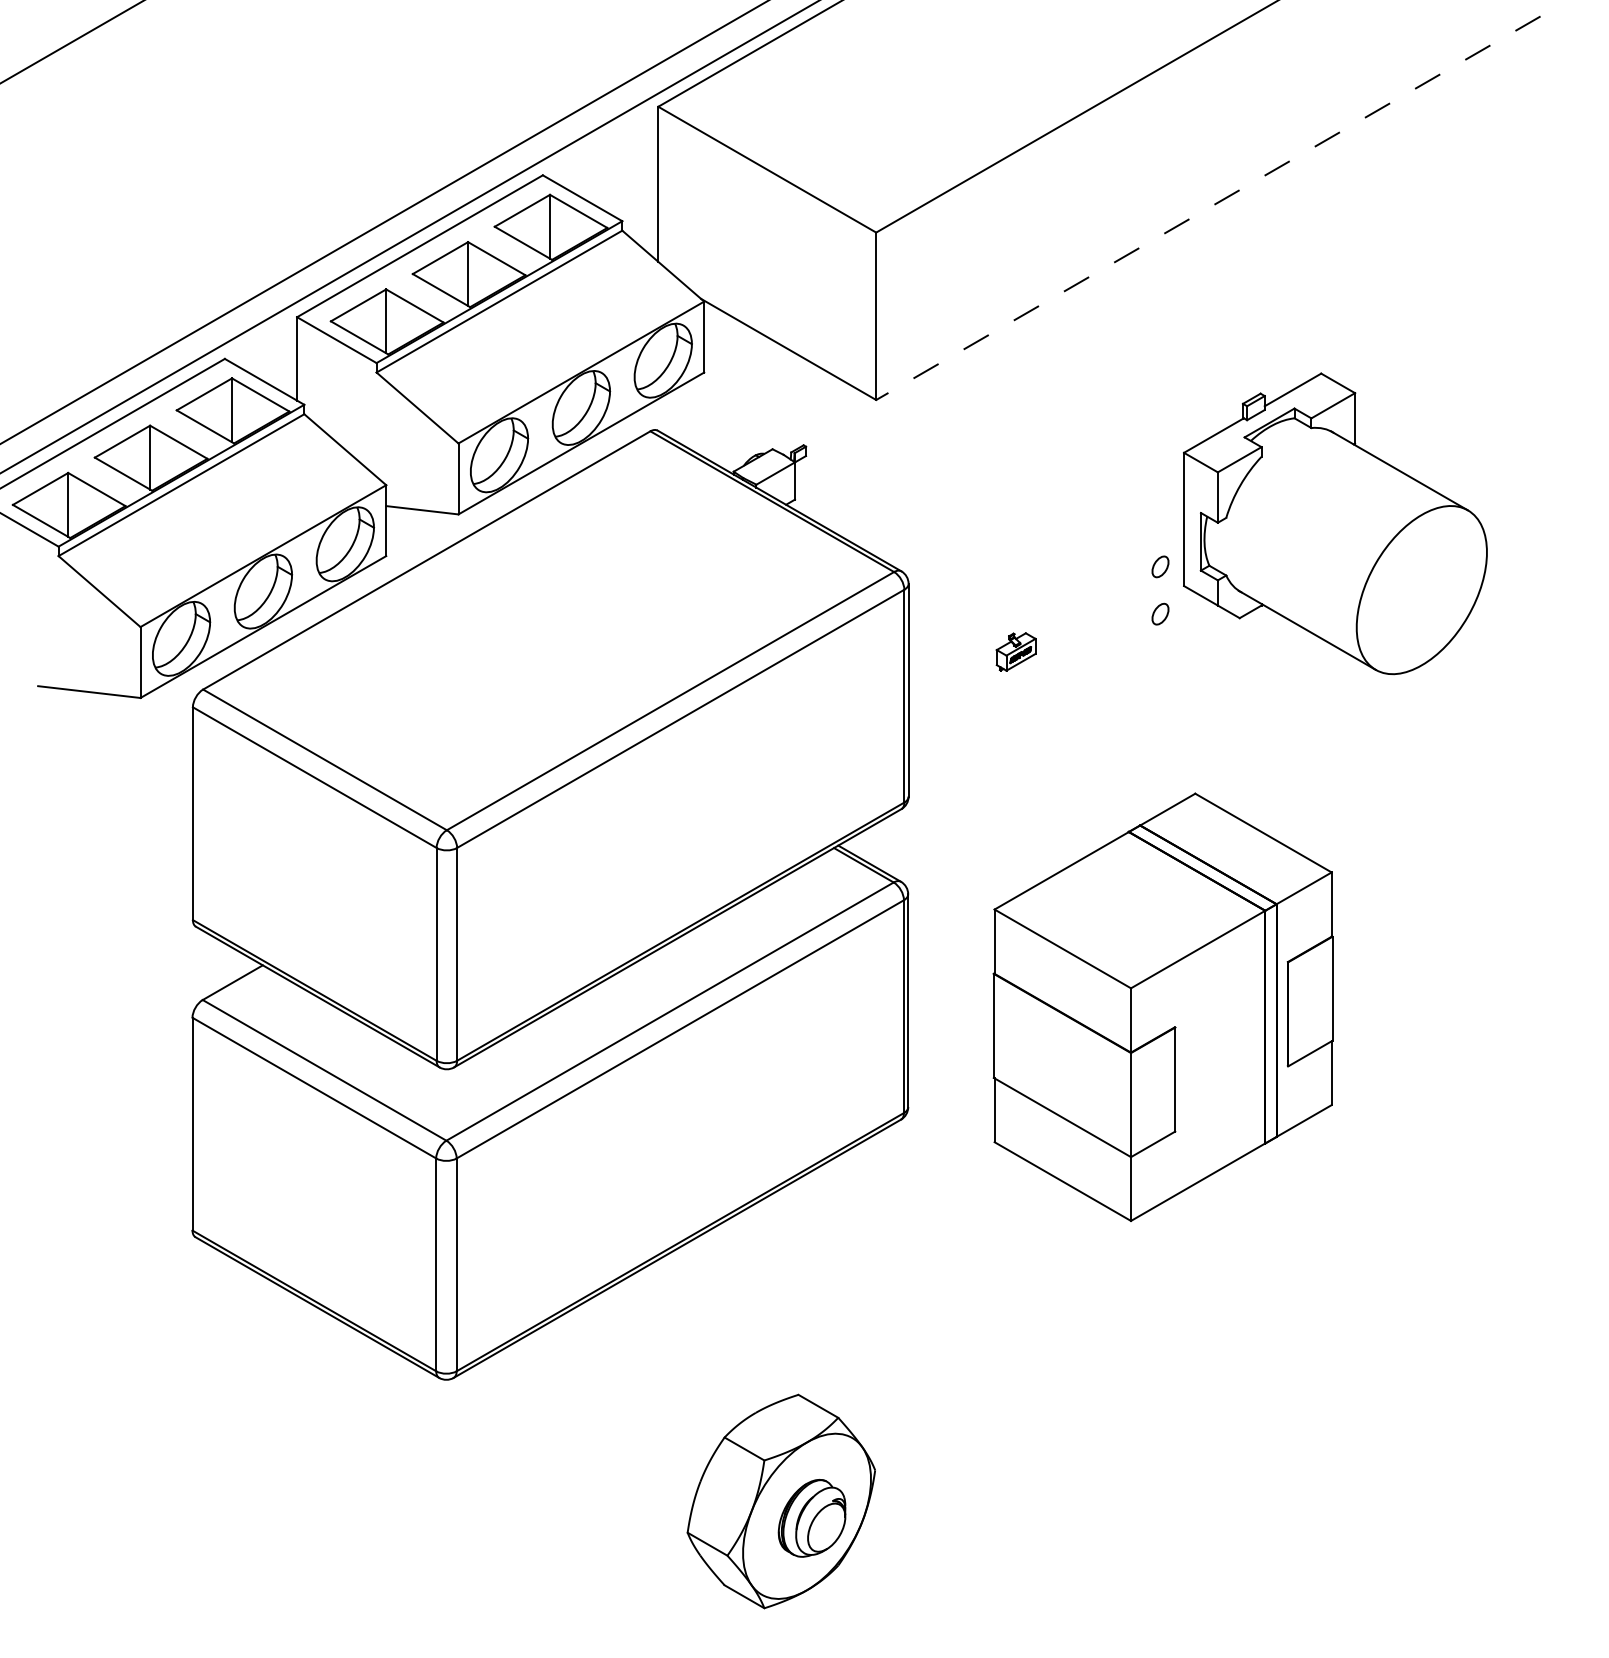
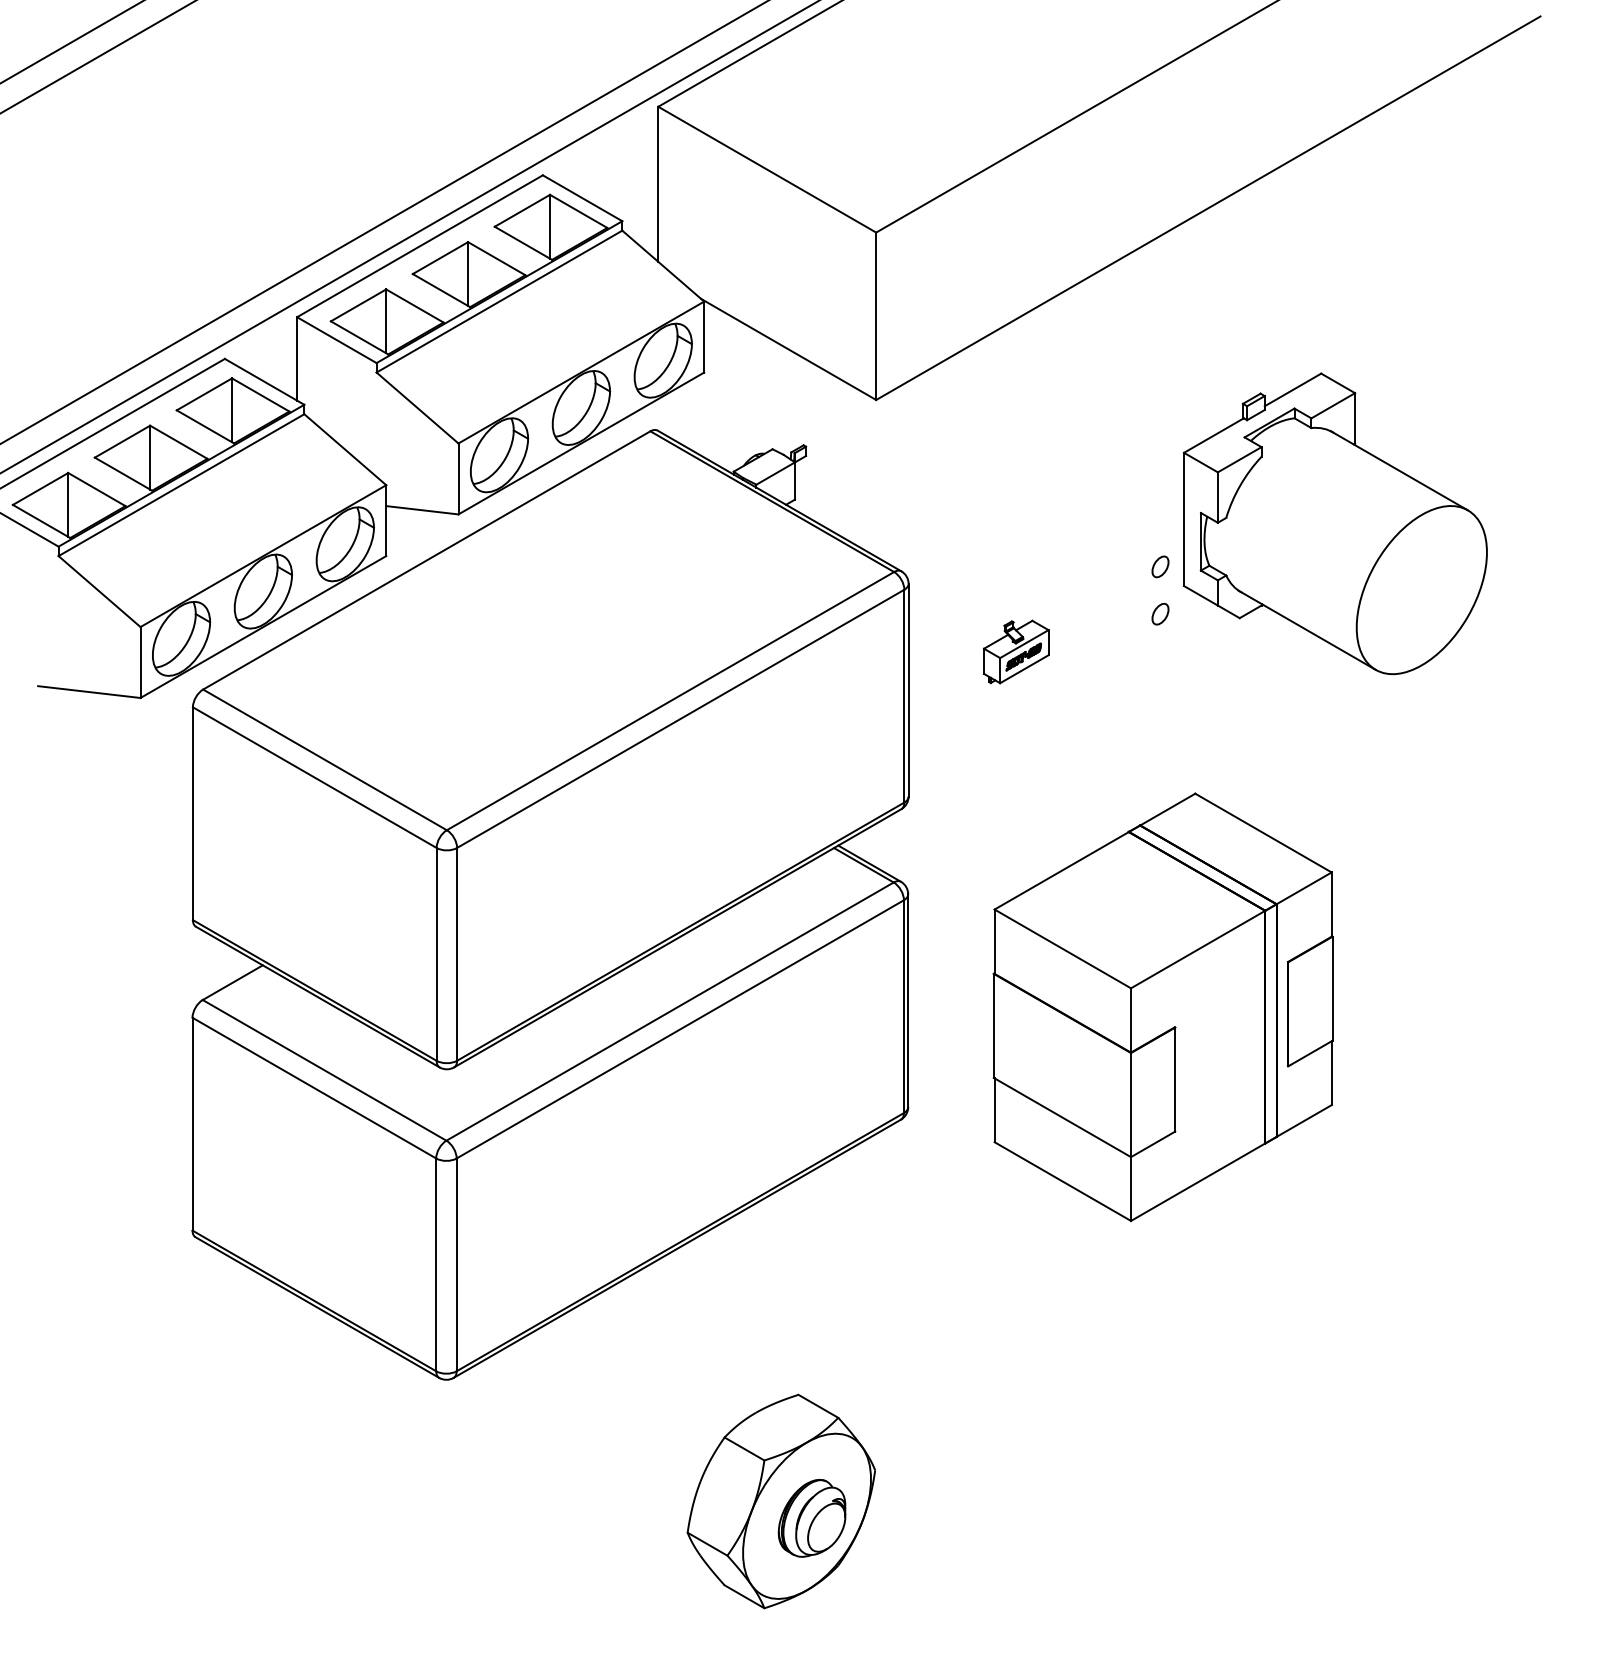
line at (97, 57): none -> present
line at (1208, 208): dashed -> solid
part at (1015, 651) size: 42x40 px -> 68x66 px
